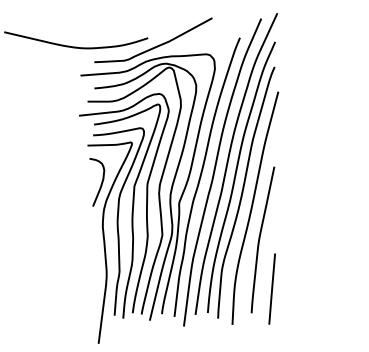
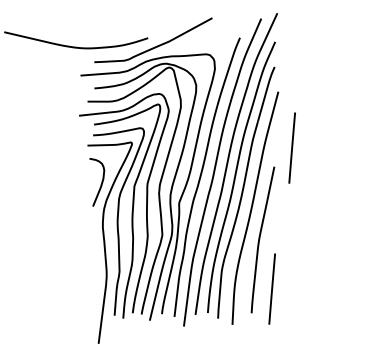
line at (291, 147): none -> present
